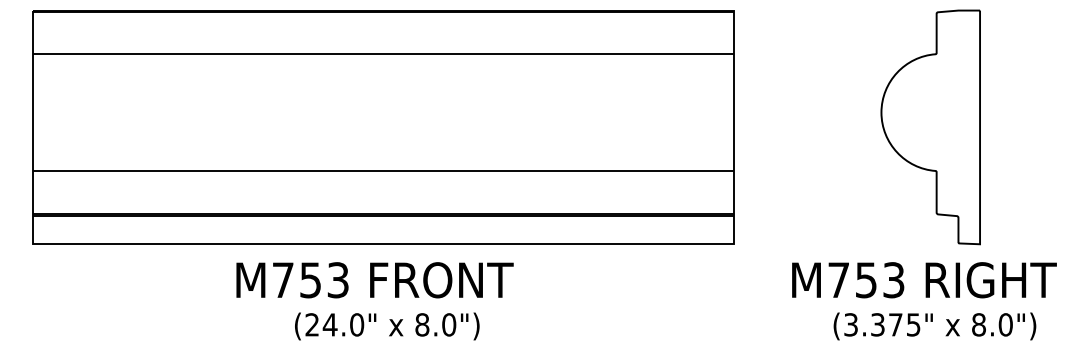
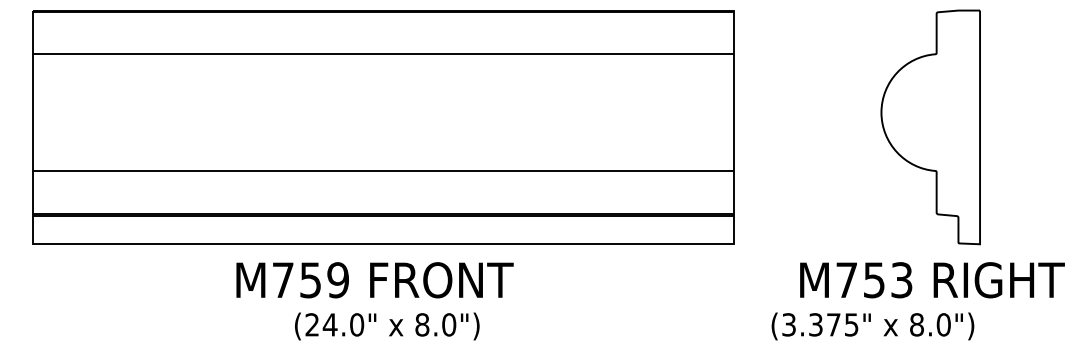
text at (337, 280): M753 -> M759
text at (924, 280) position: (924, 280) -> (932, 280)
text at (934, 326) position: (934, 326) -> (872, 326)
